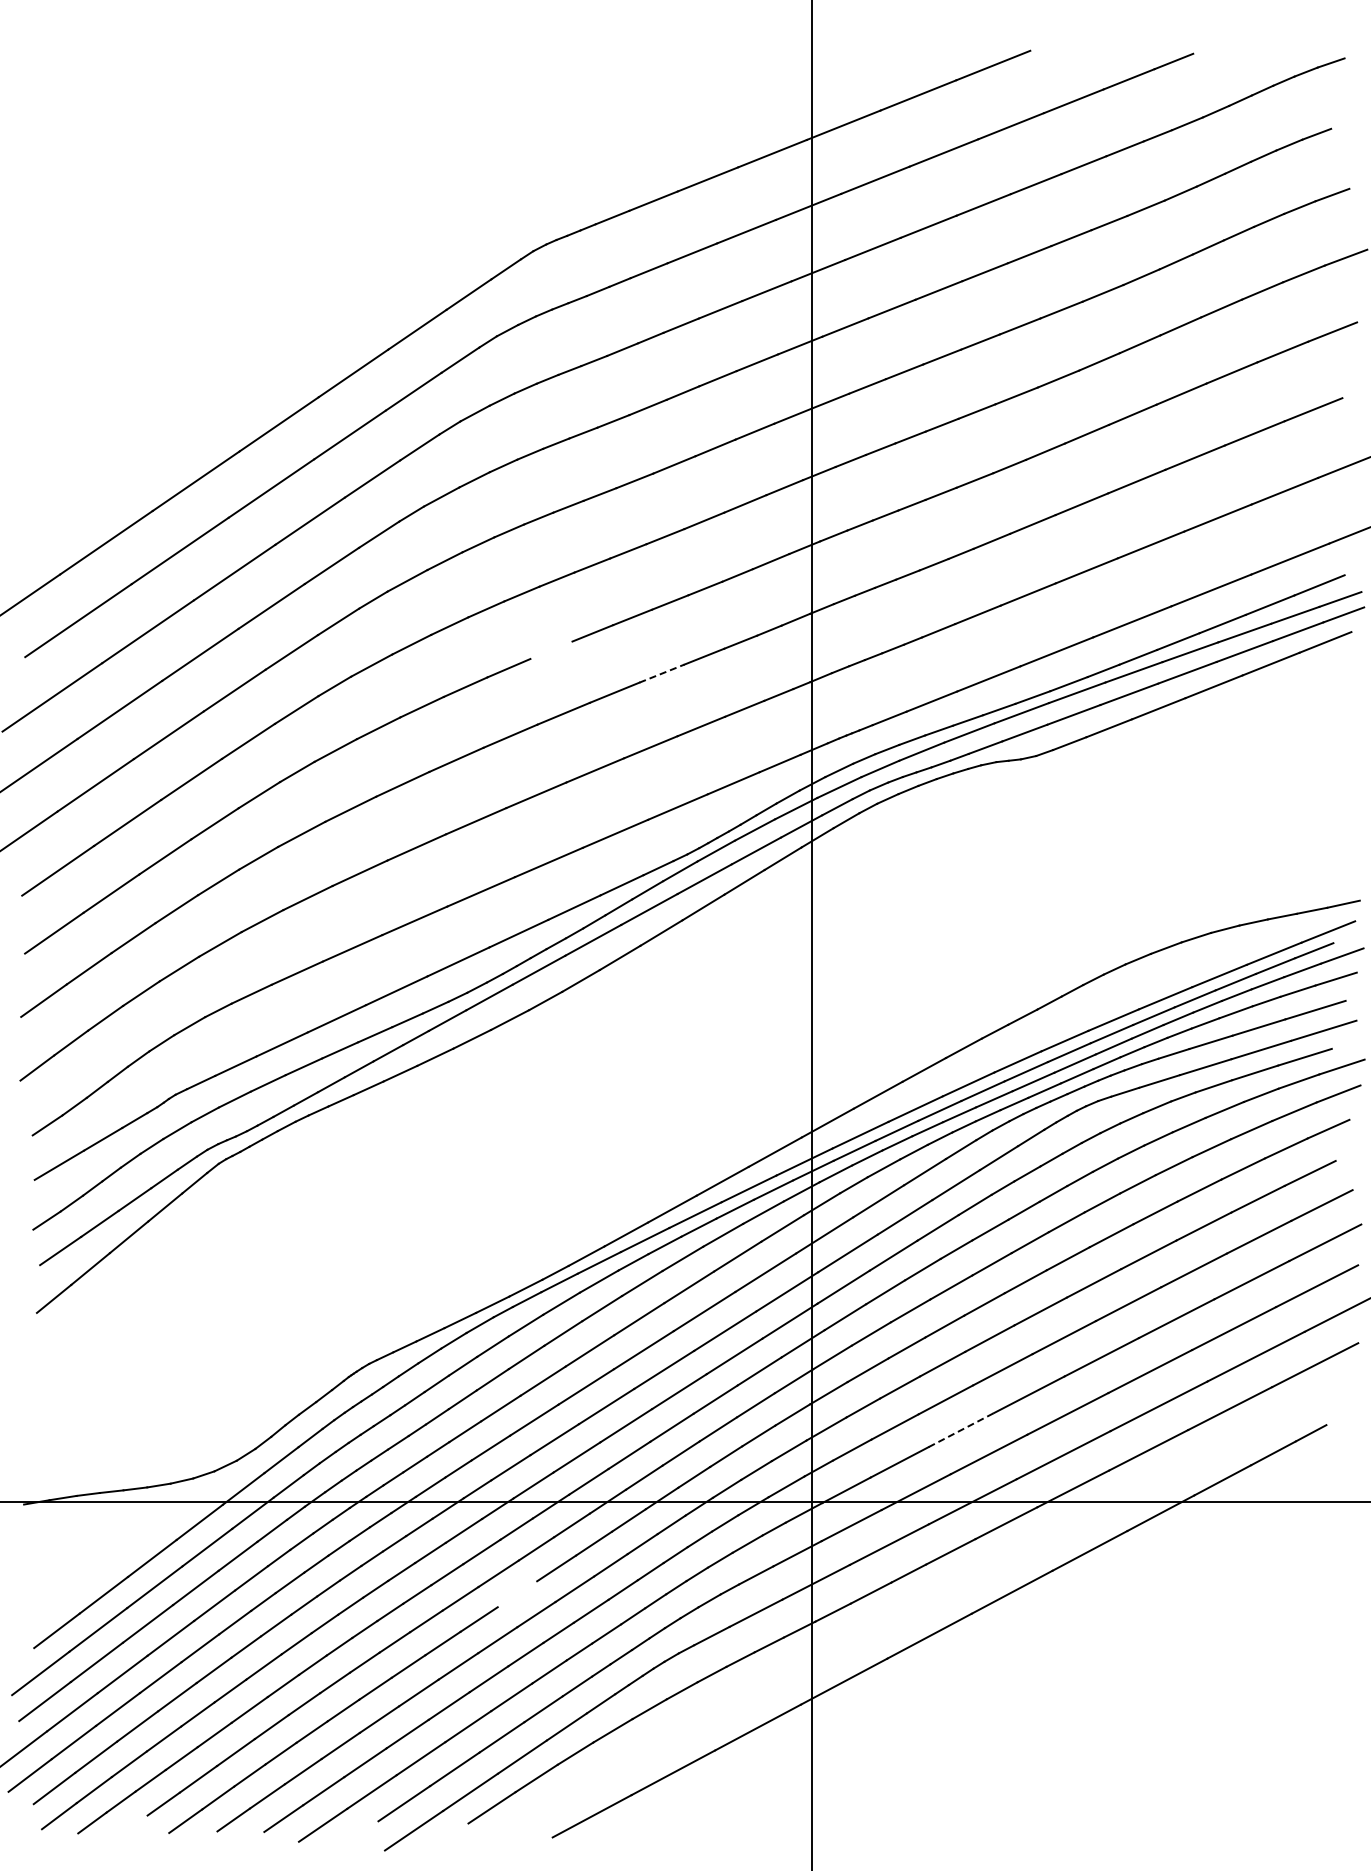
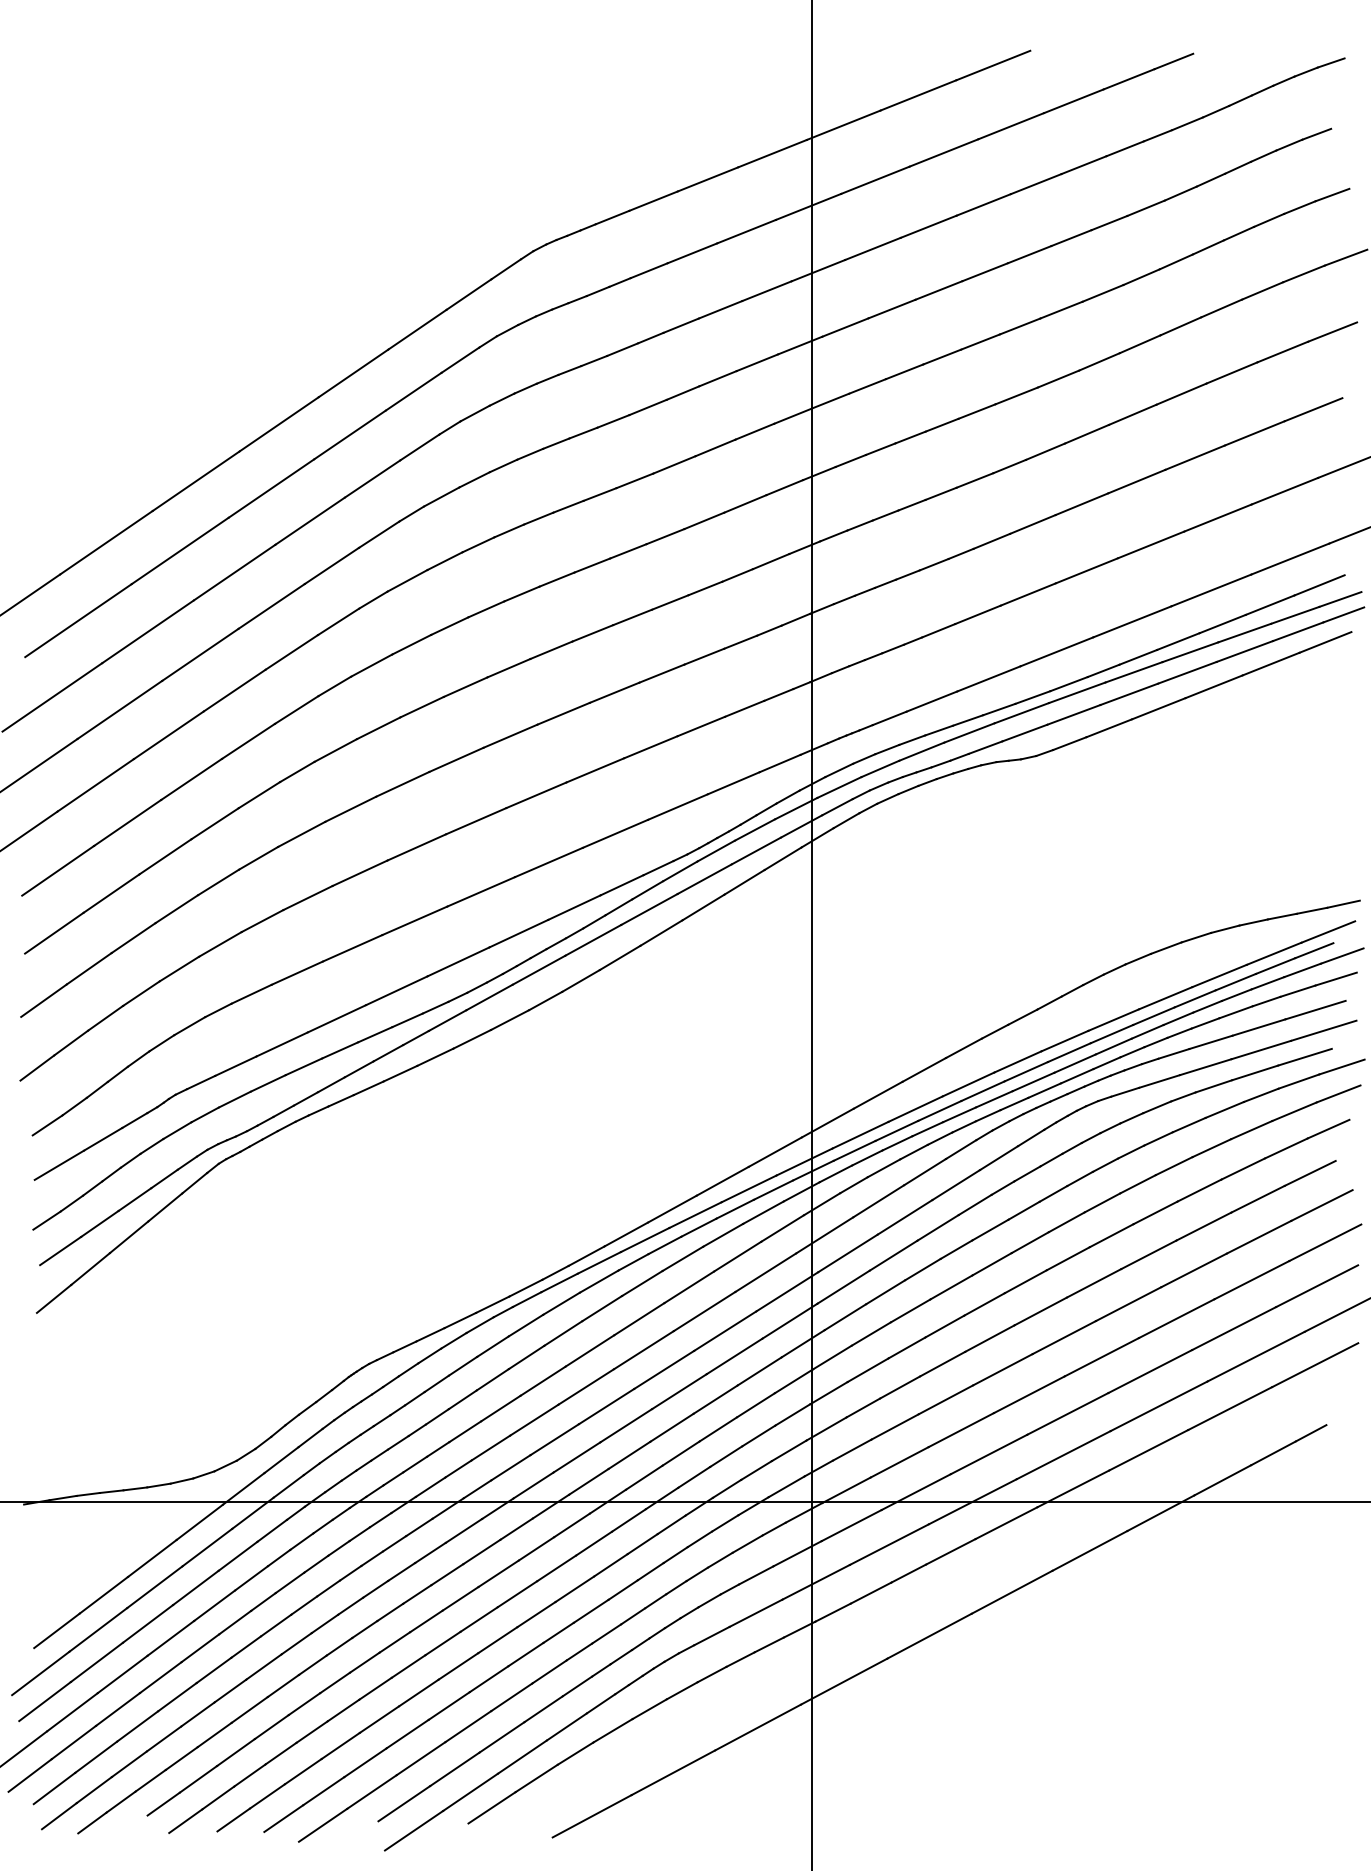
line at (551, 650): none -> present
line at (662, 673): dashed -> solid
line at (961, 1430): dashed -> solid
line at (517, 1594): none -> present
